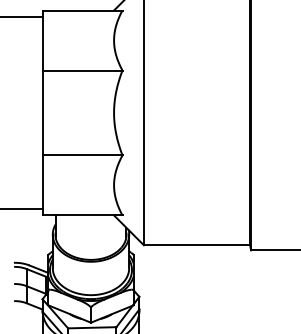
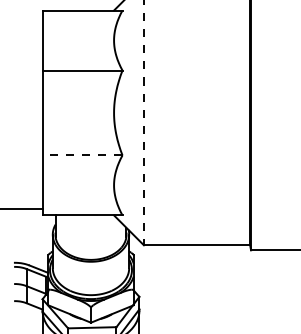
line at (22, 17): present -> none
line at (143, 123): solid -> dashed
line at (82, 155): solid -> dashed
